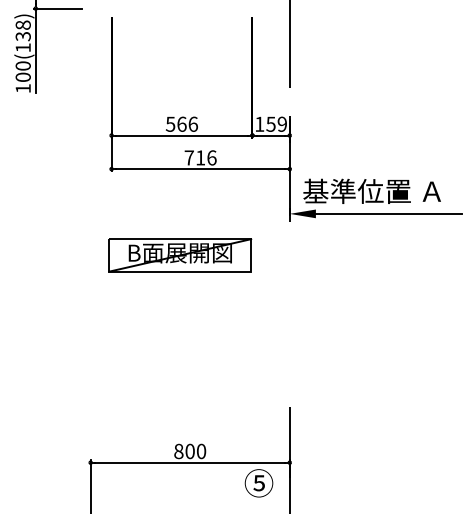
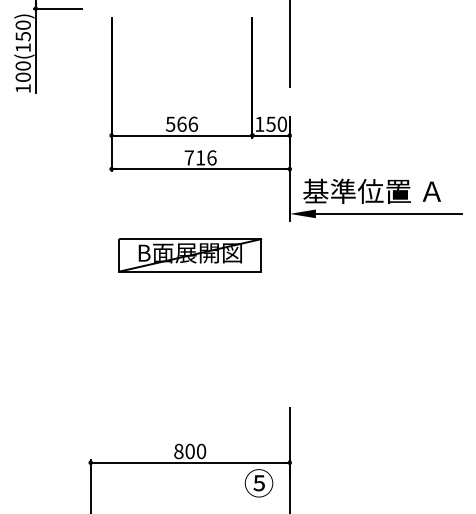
text at (22, 30): 100(138) -> 100(150)
text at (281, 123): 159 -> 150
part at (180, 255) position: (180, 255) -> (190, 255)
